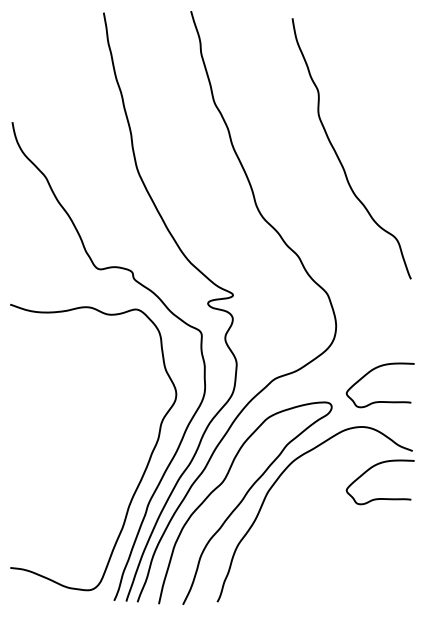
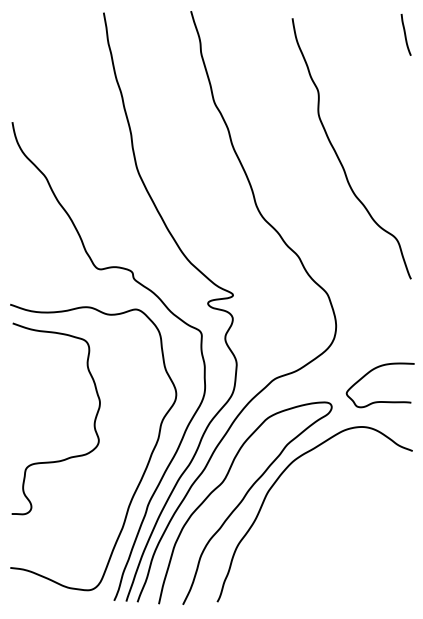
curve at (405, 34): none -> present
curve at (93, 423): none -> present
curve at (369, 470): present -> none
